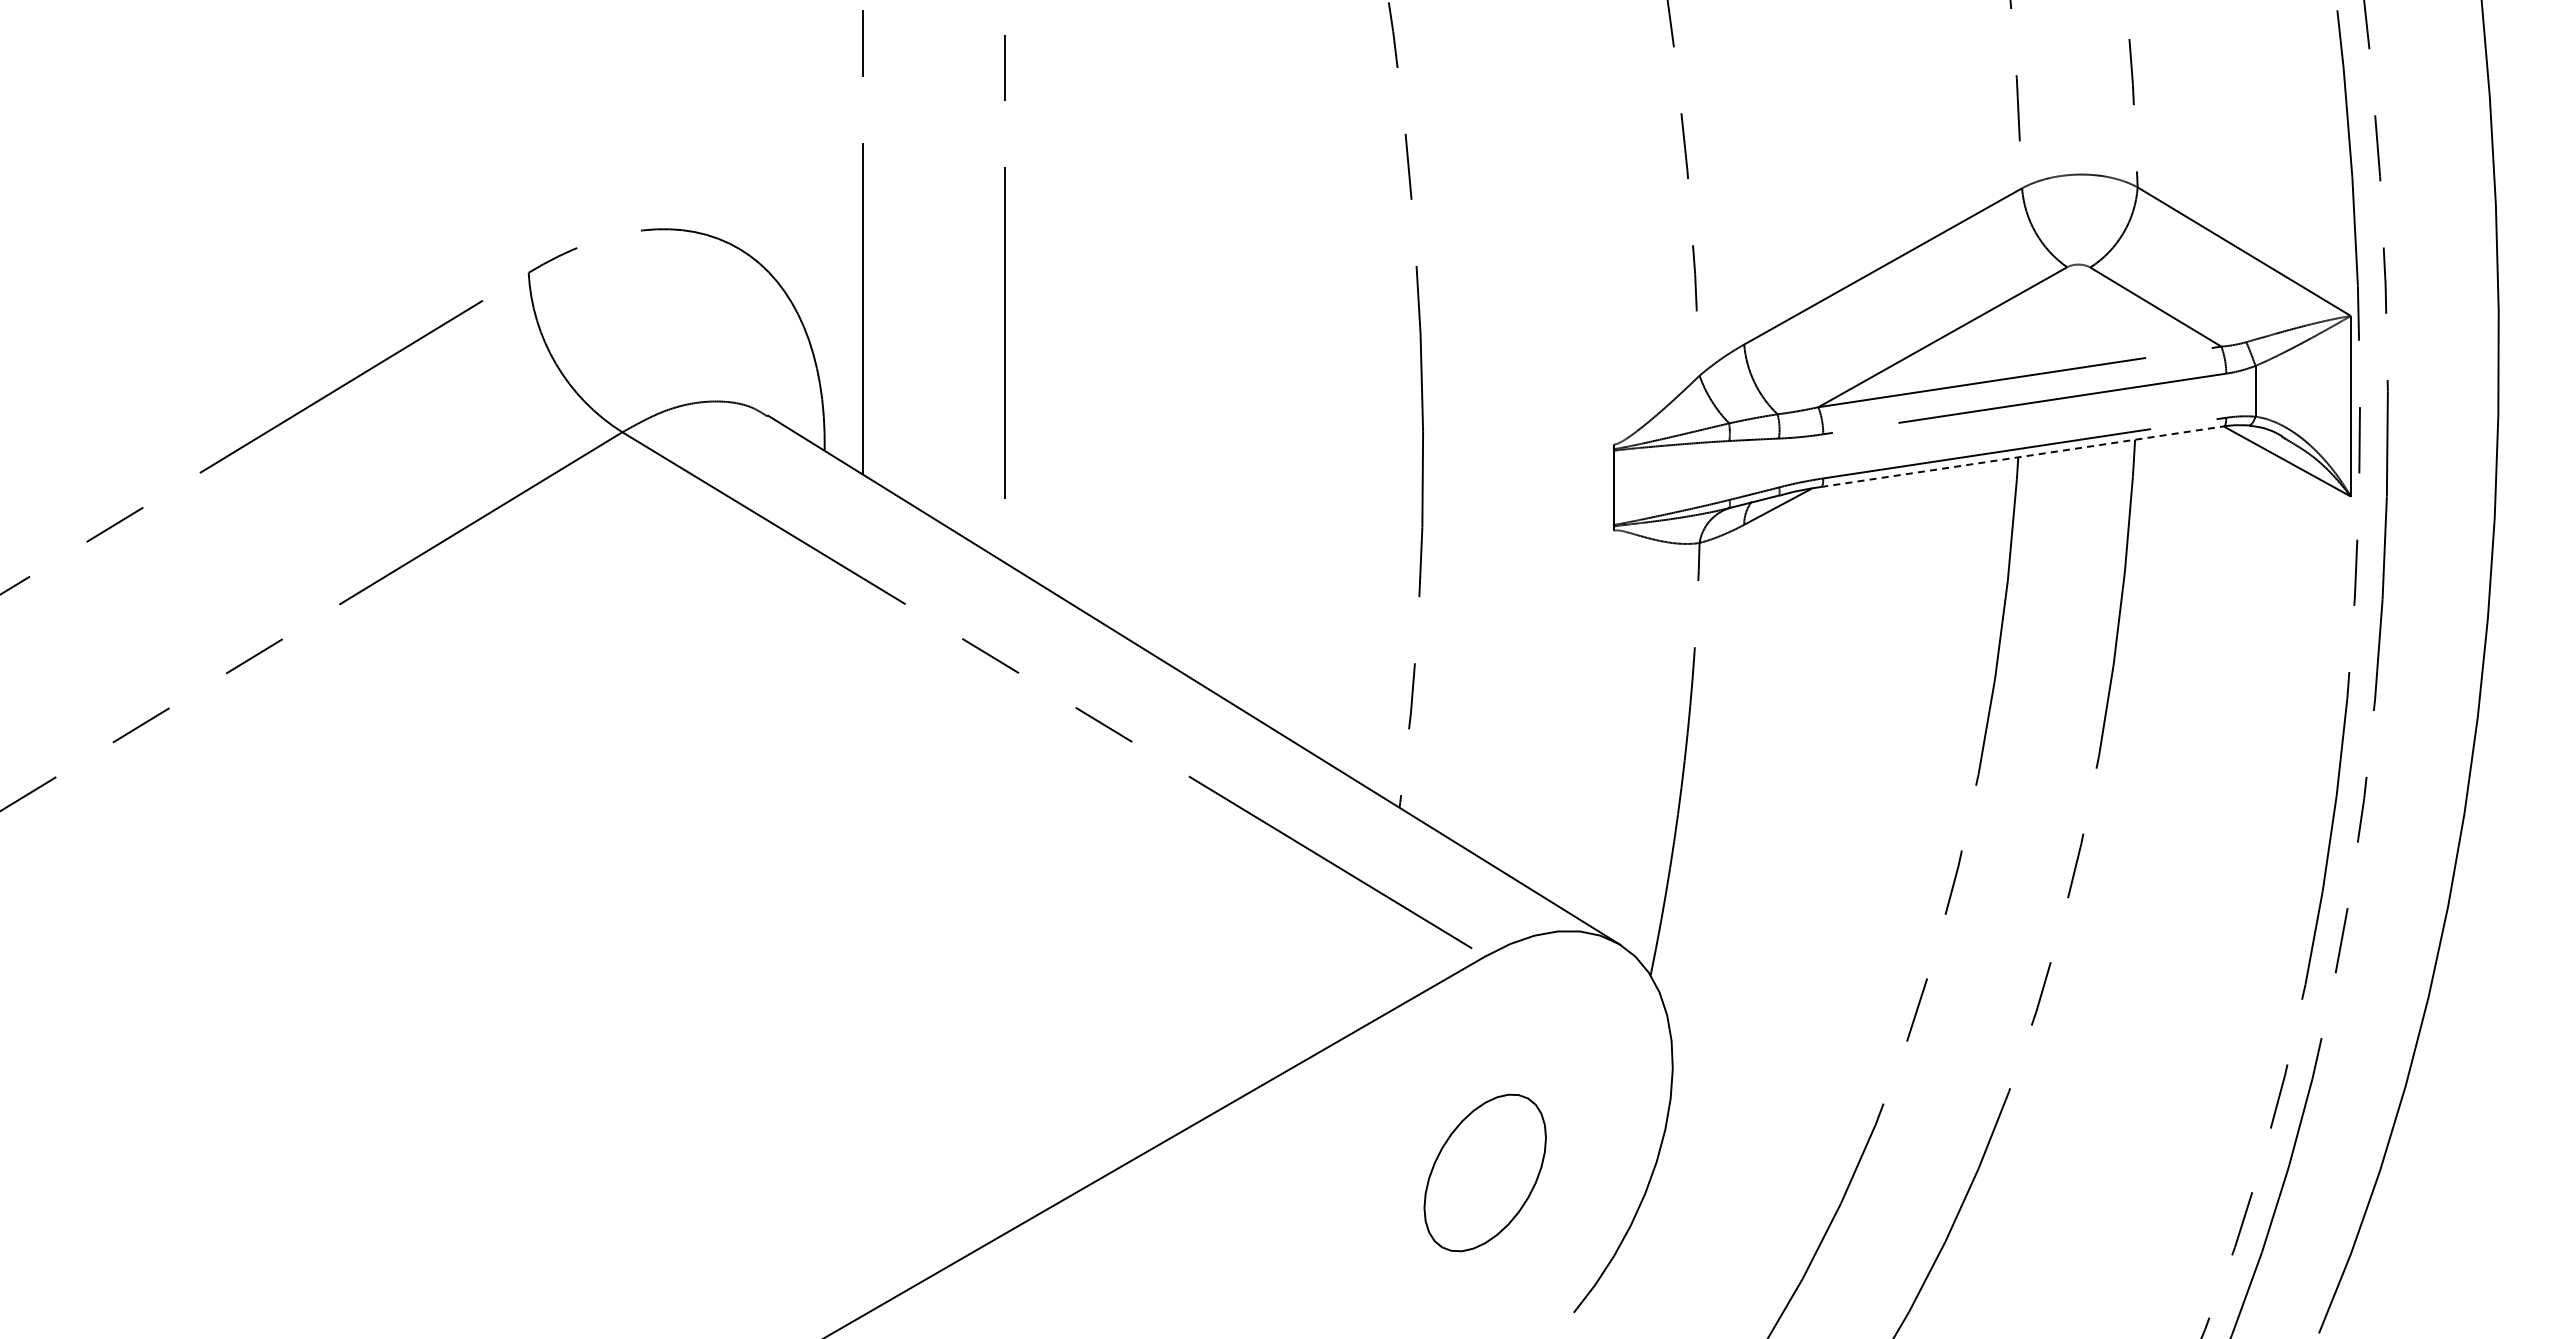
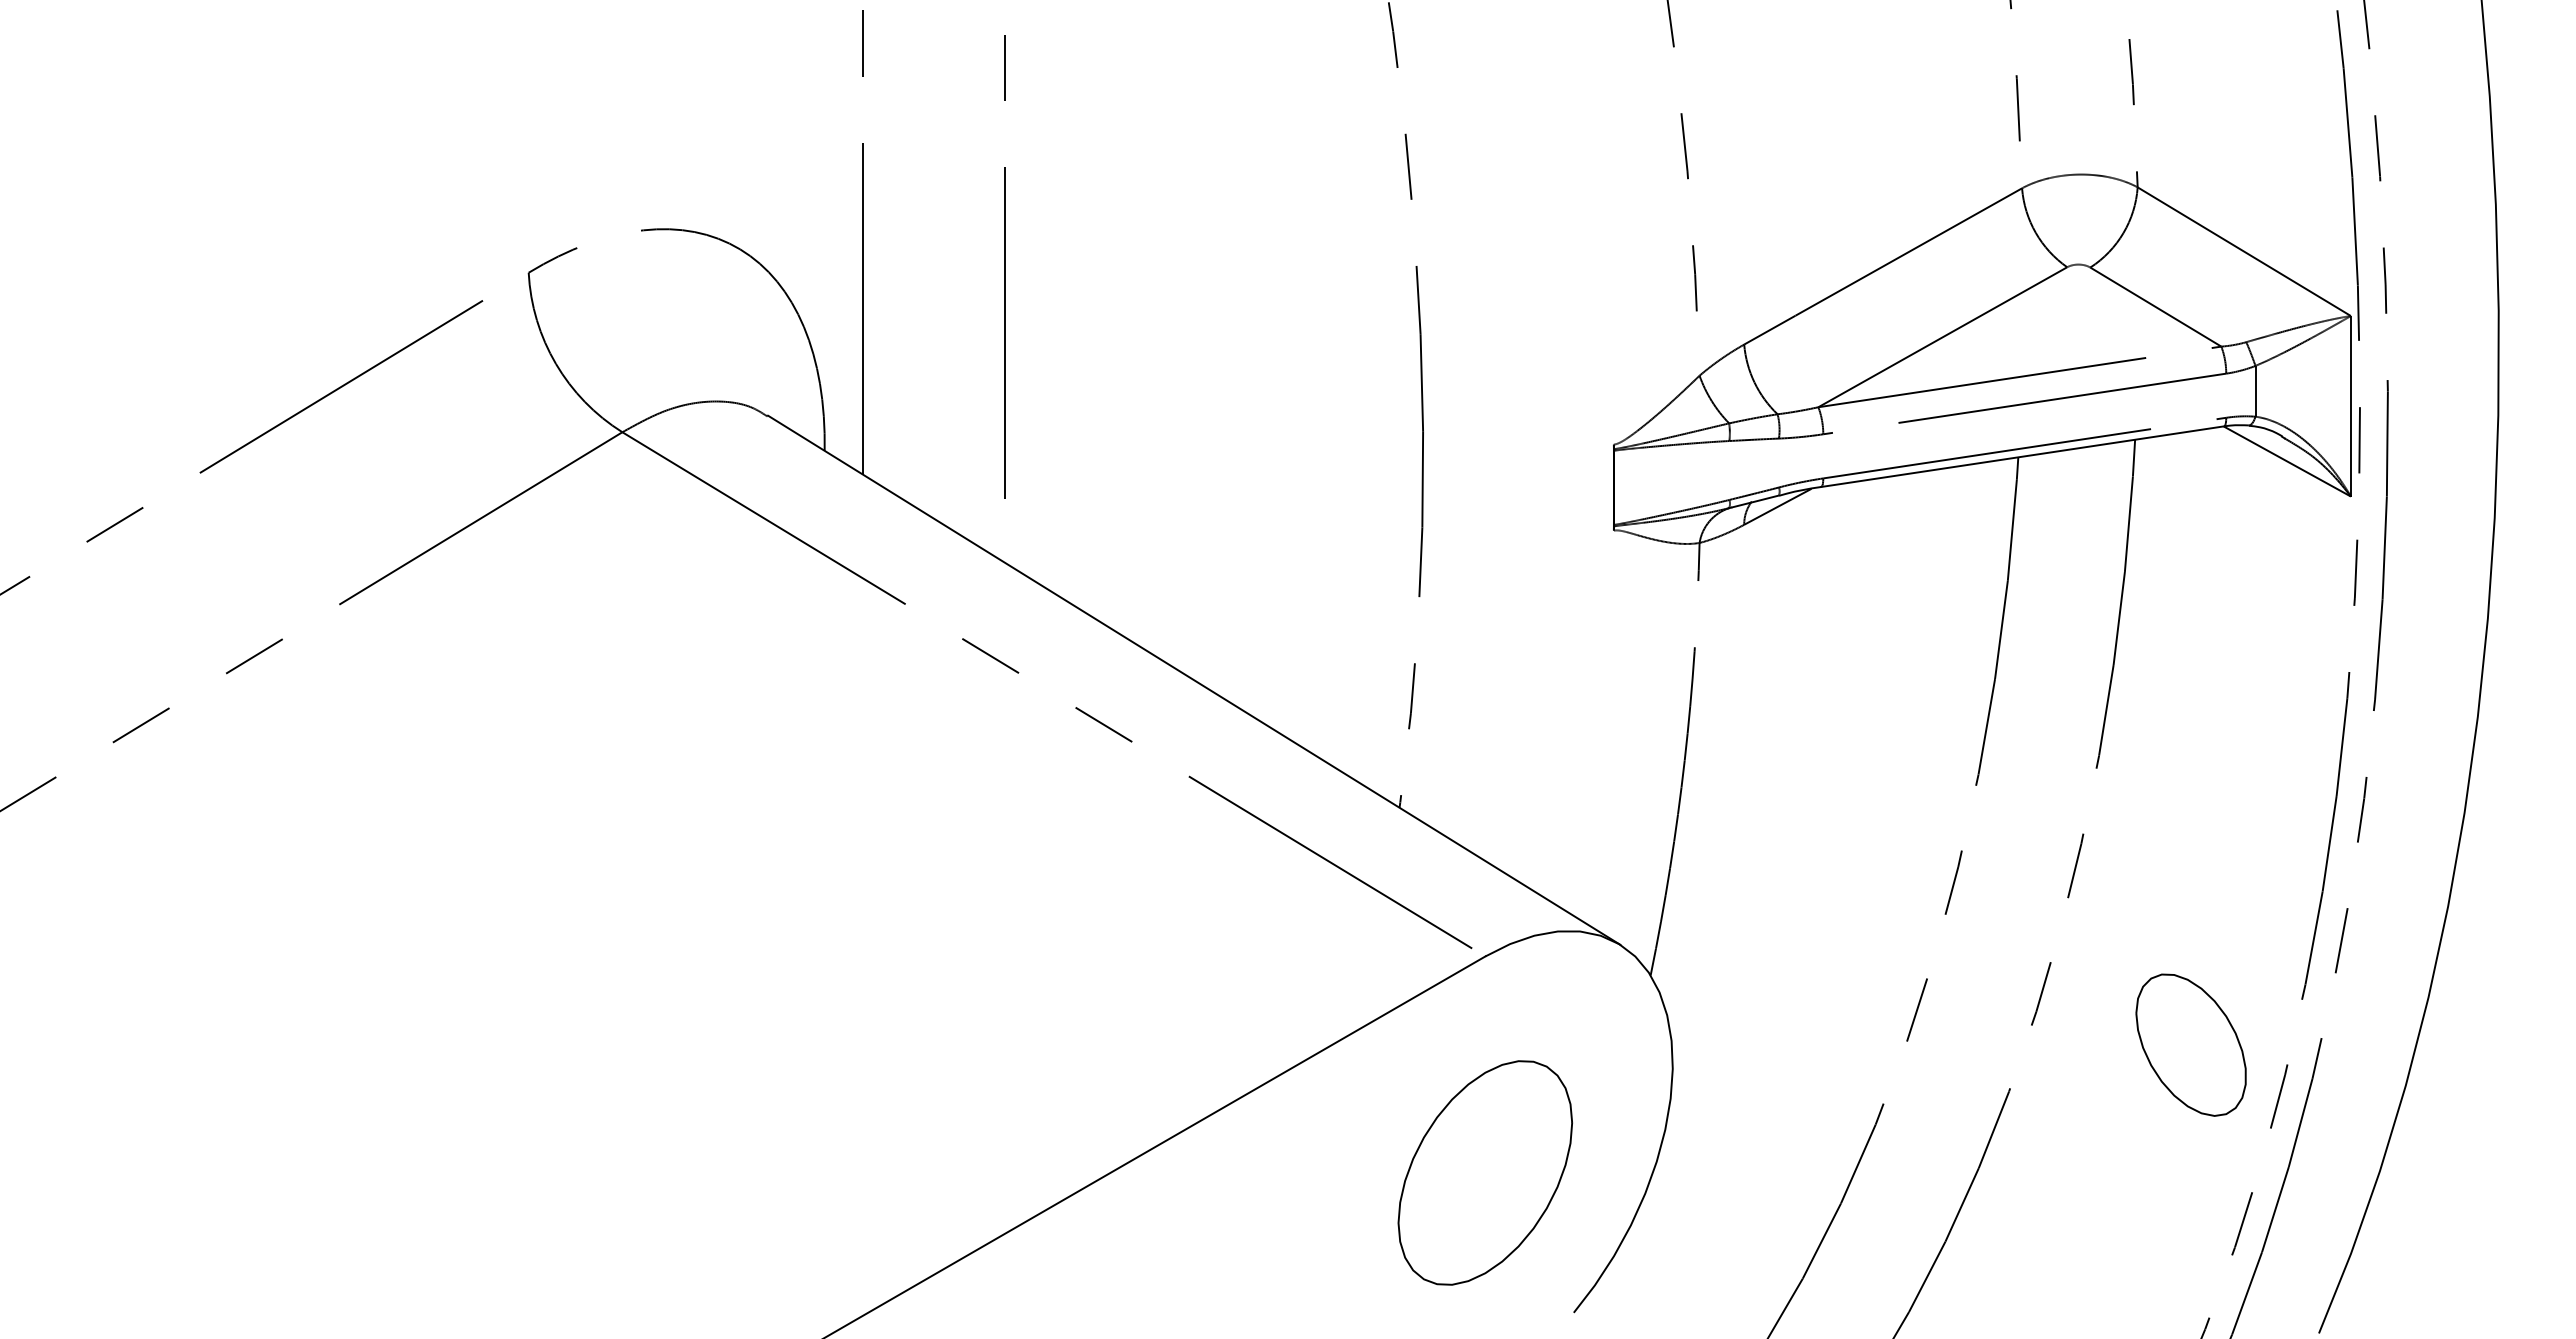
line at (2022, 456): dashed -> solid
part at (2190, 1044): none -> present
part at (1484, 1172) size: 124x160 px -> 176x226 px
